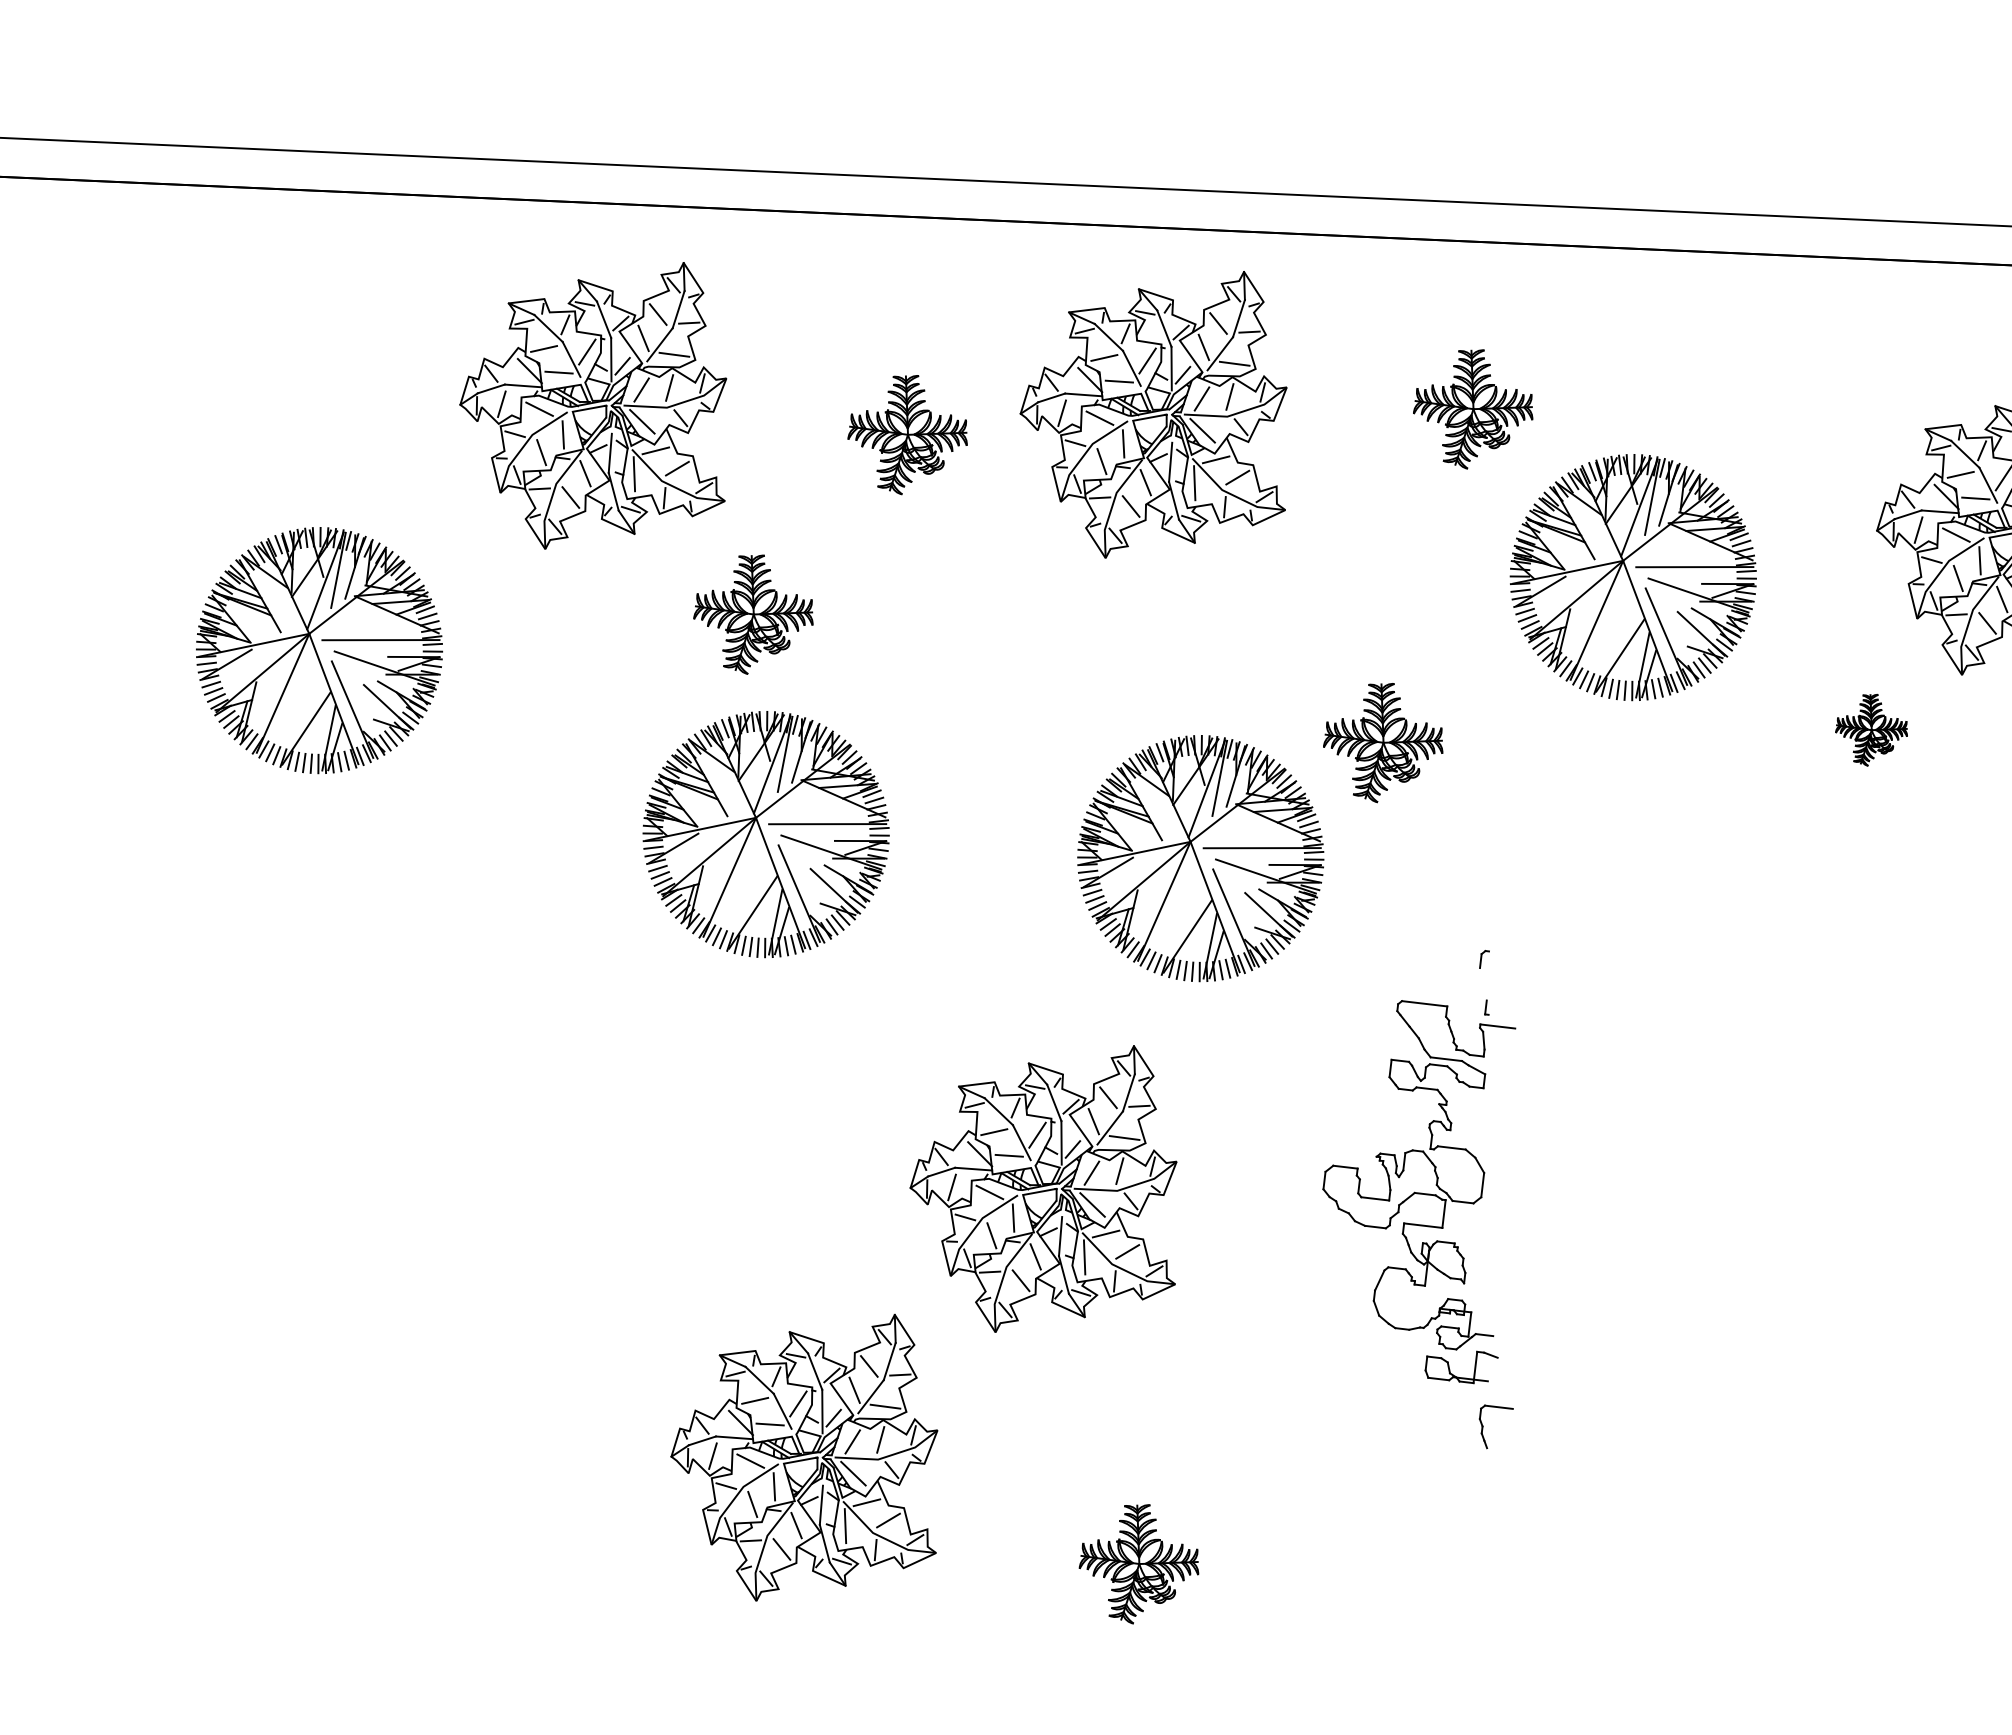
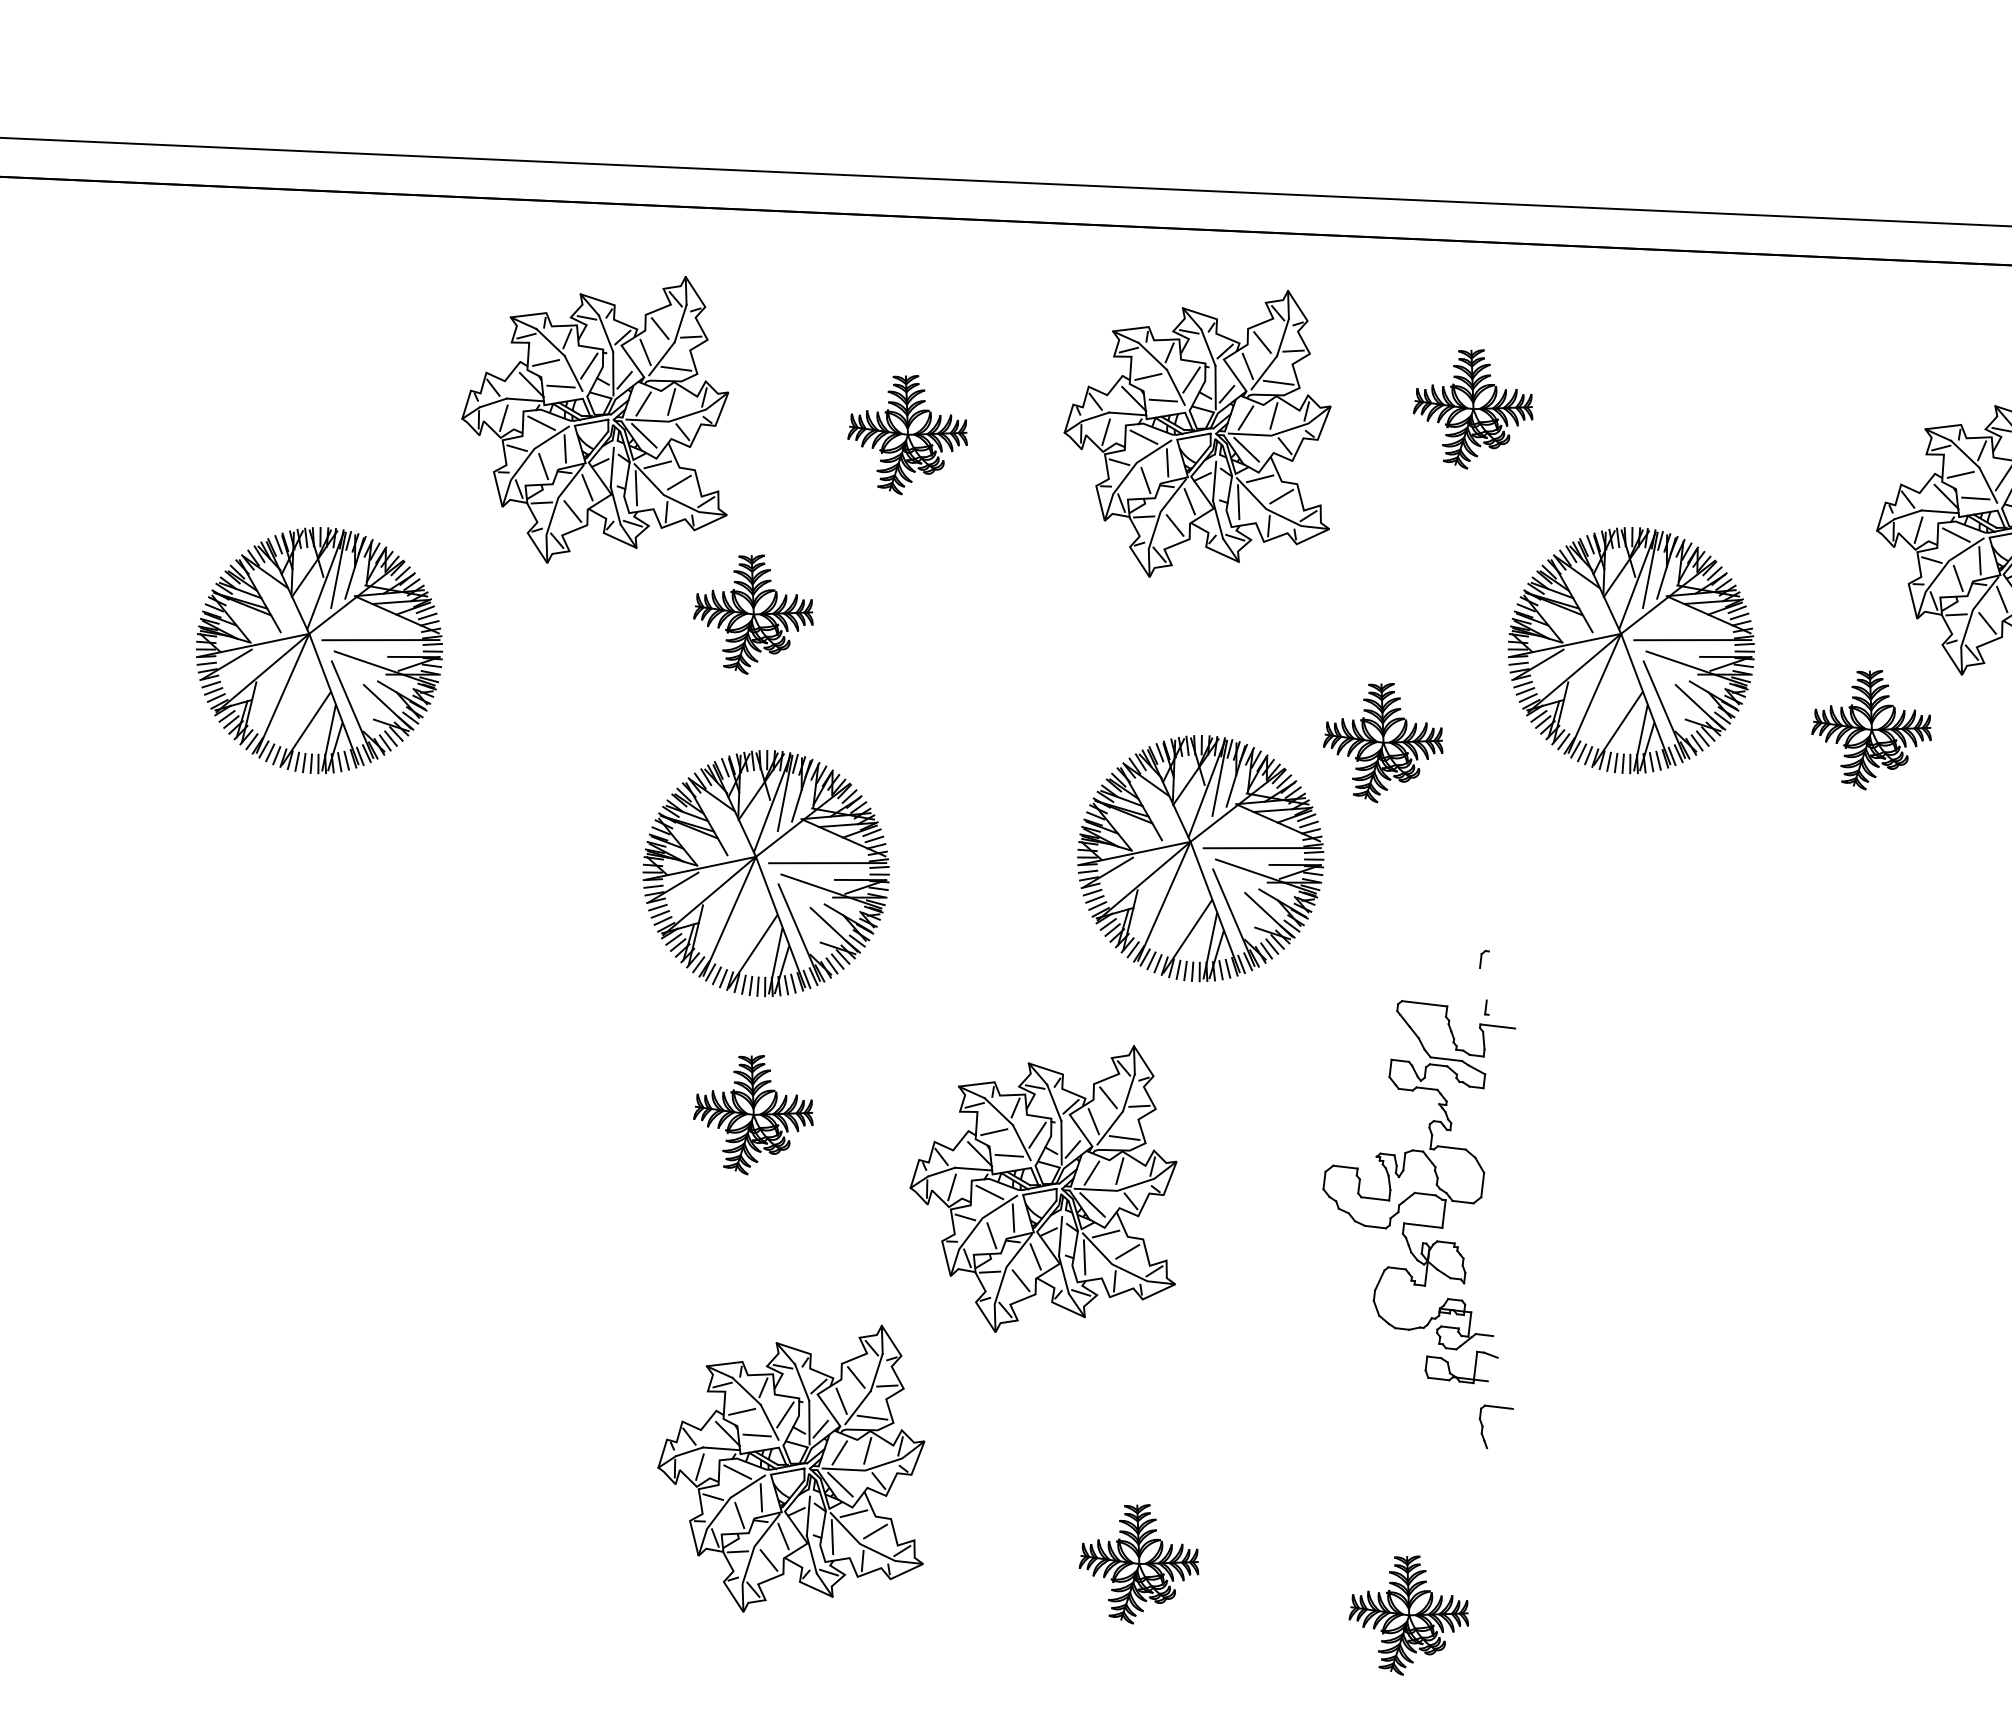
part at (593, 405) position: (593, 405) -> (595, 419)
part at (1153, 414) position: (1153, 414) -> (1197, 433)
part at (1632, 577) position: (1632, 577) -> (1630, 650)
part at (1871, 729) size: 73x74 px -> 121x121 px
part at (765, 834) position: (765, 834) -> (765, 873)
part at (753, 1115): none -> present
part at (804, 1457) position: (804, 1457) -> (791, 1468)
part at (1408, 1615): none -> present
